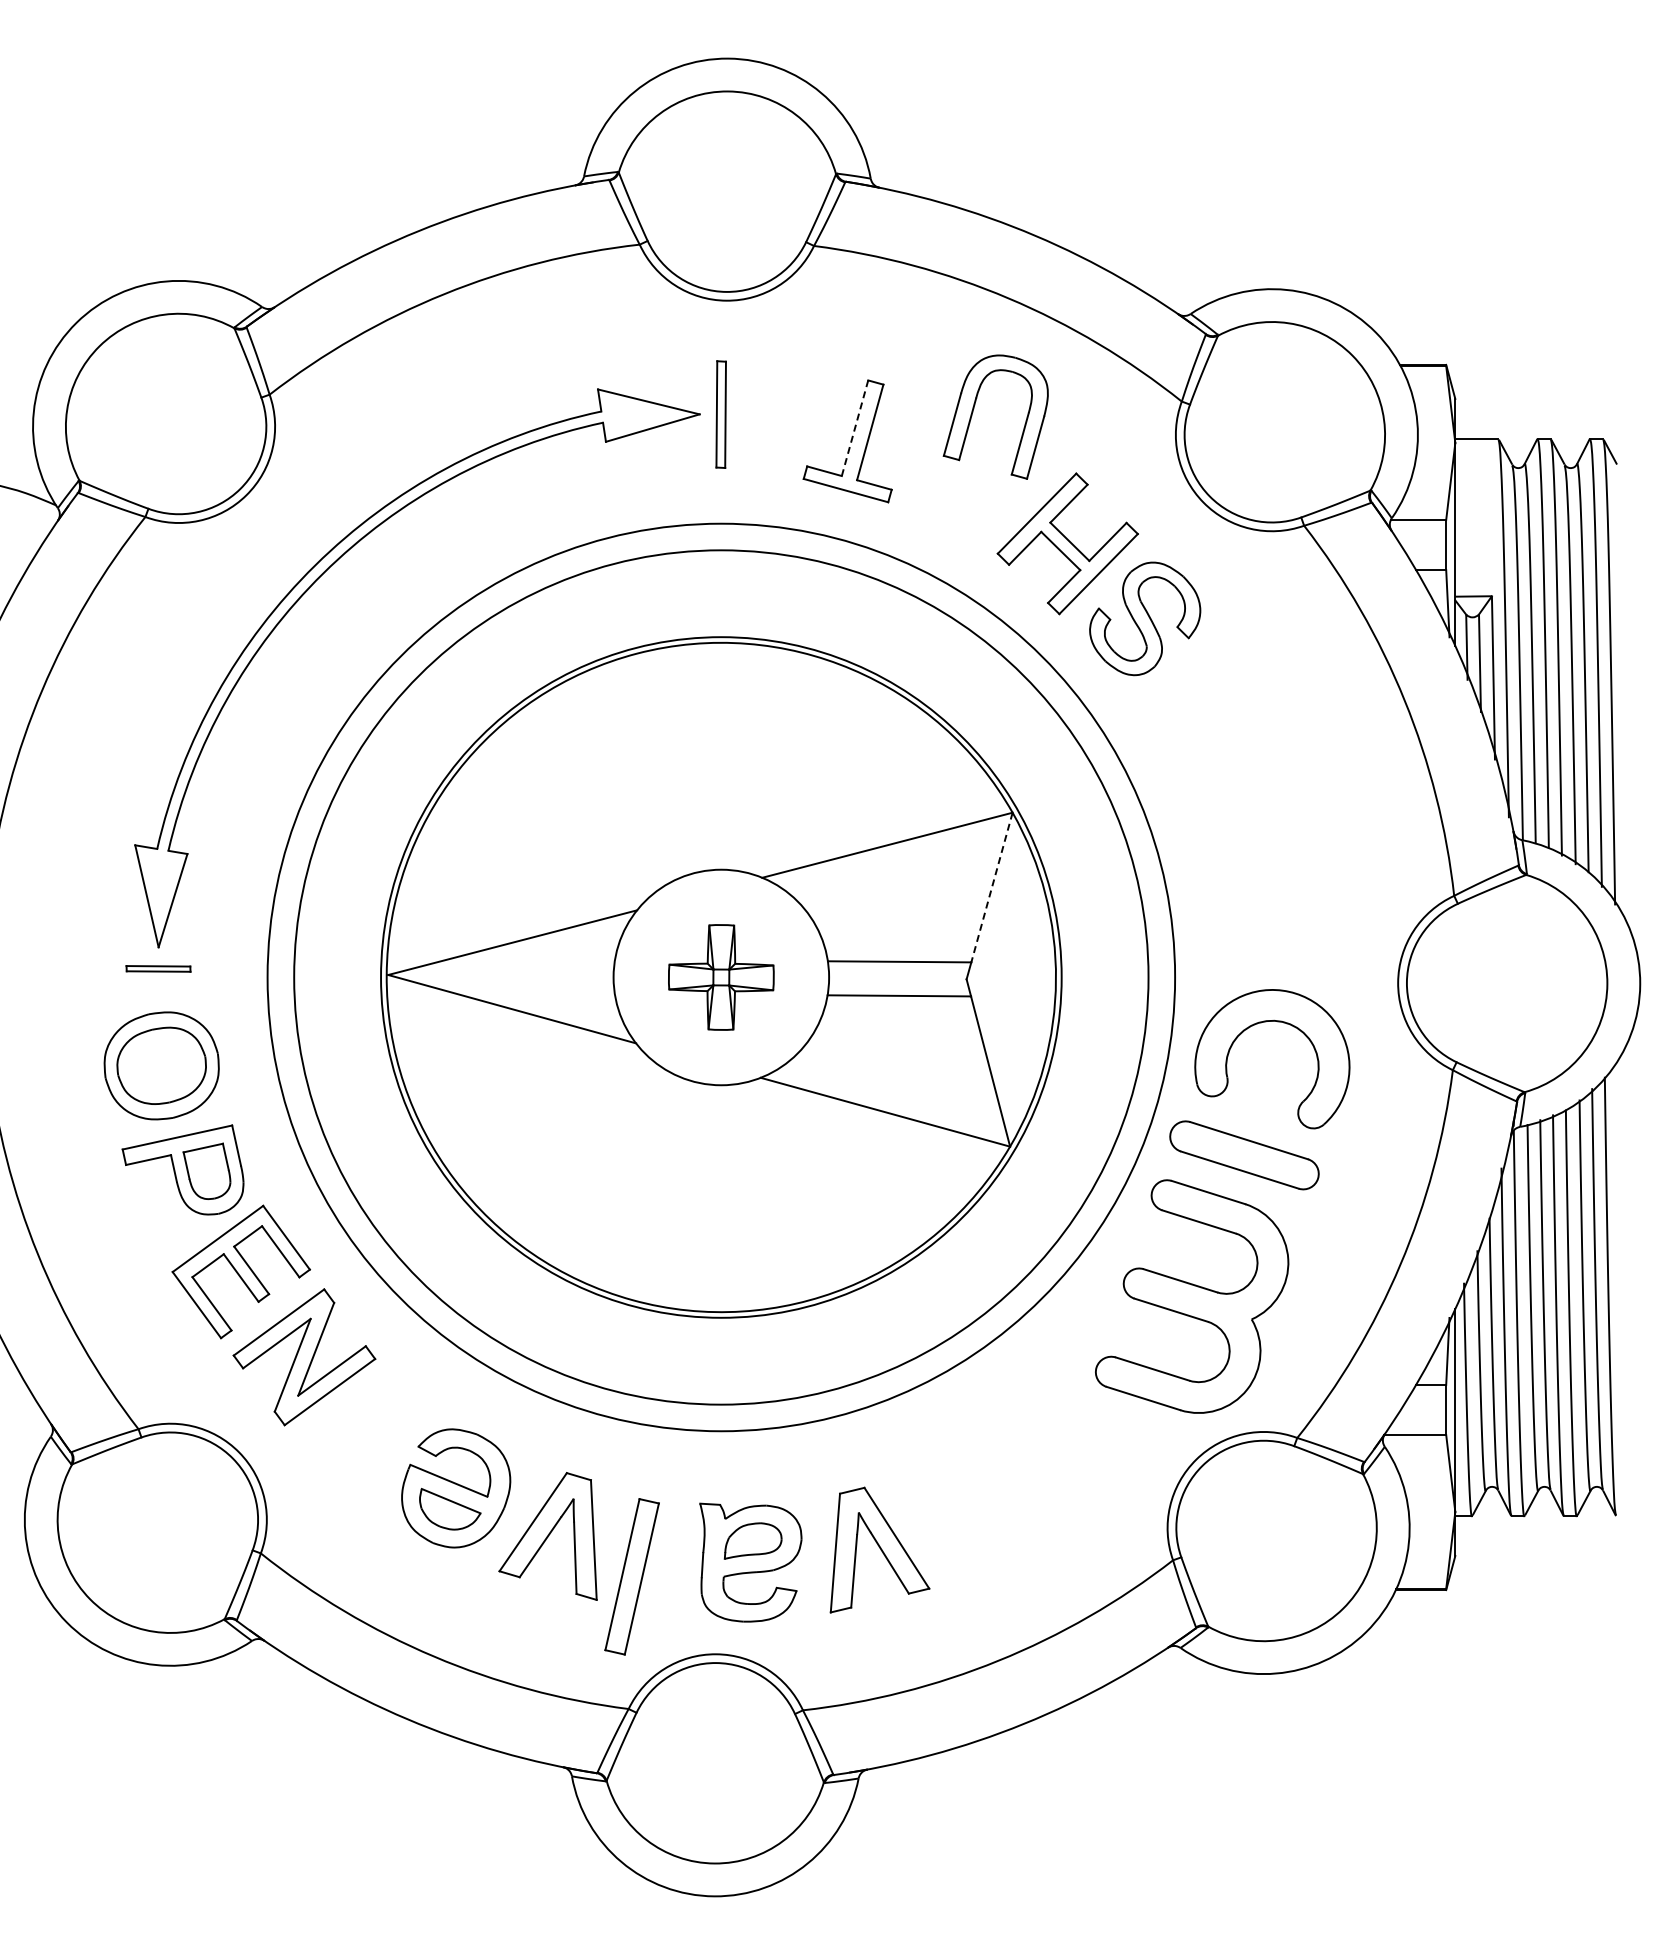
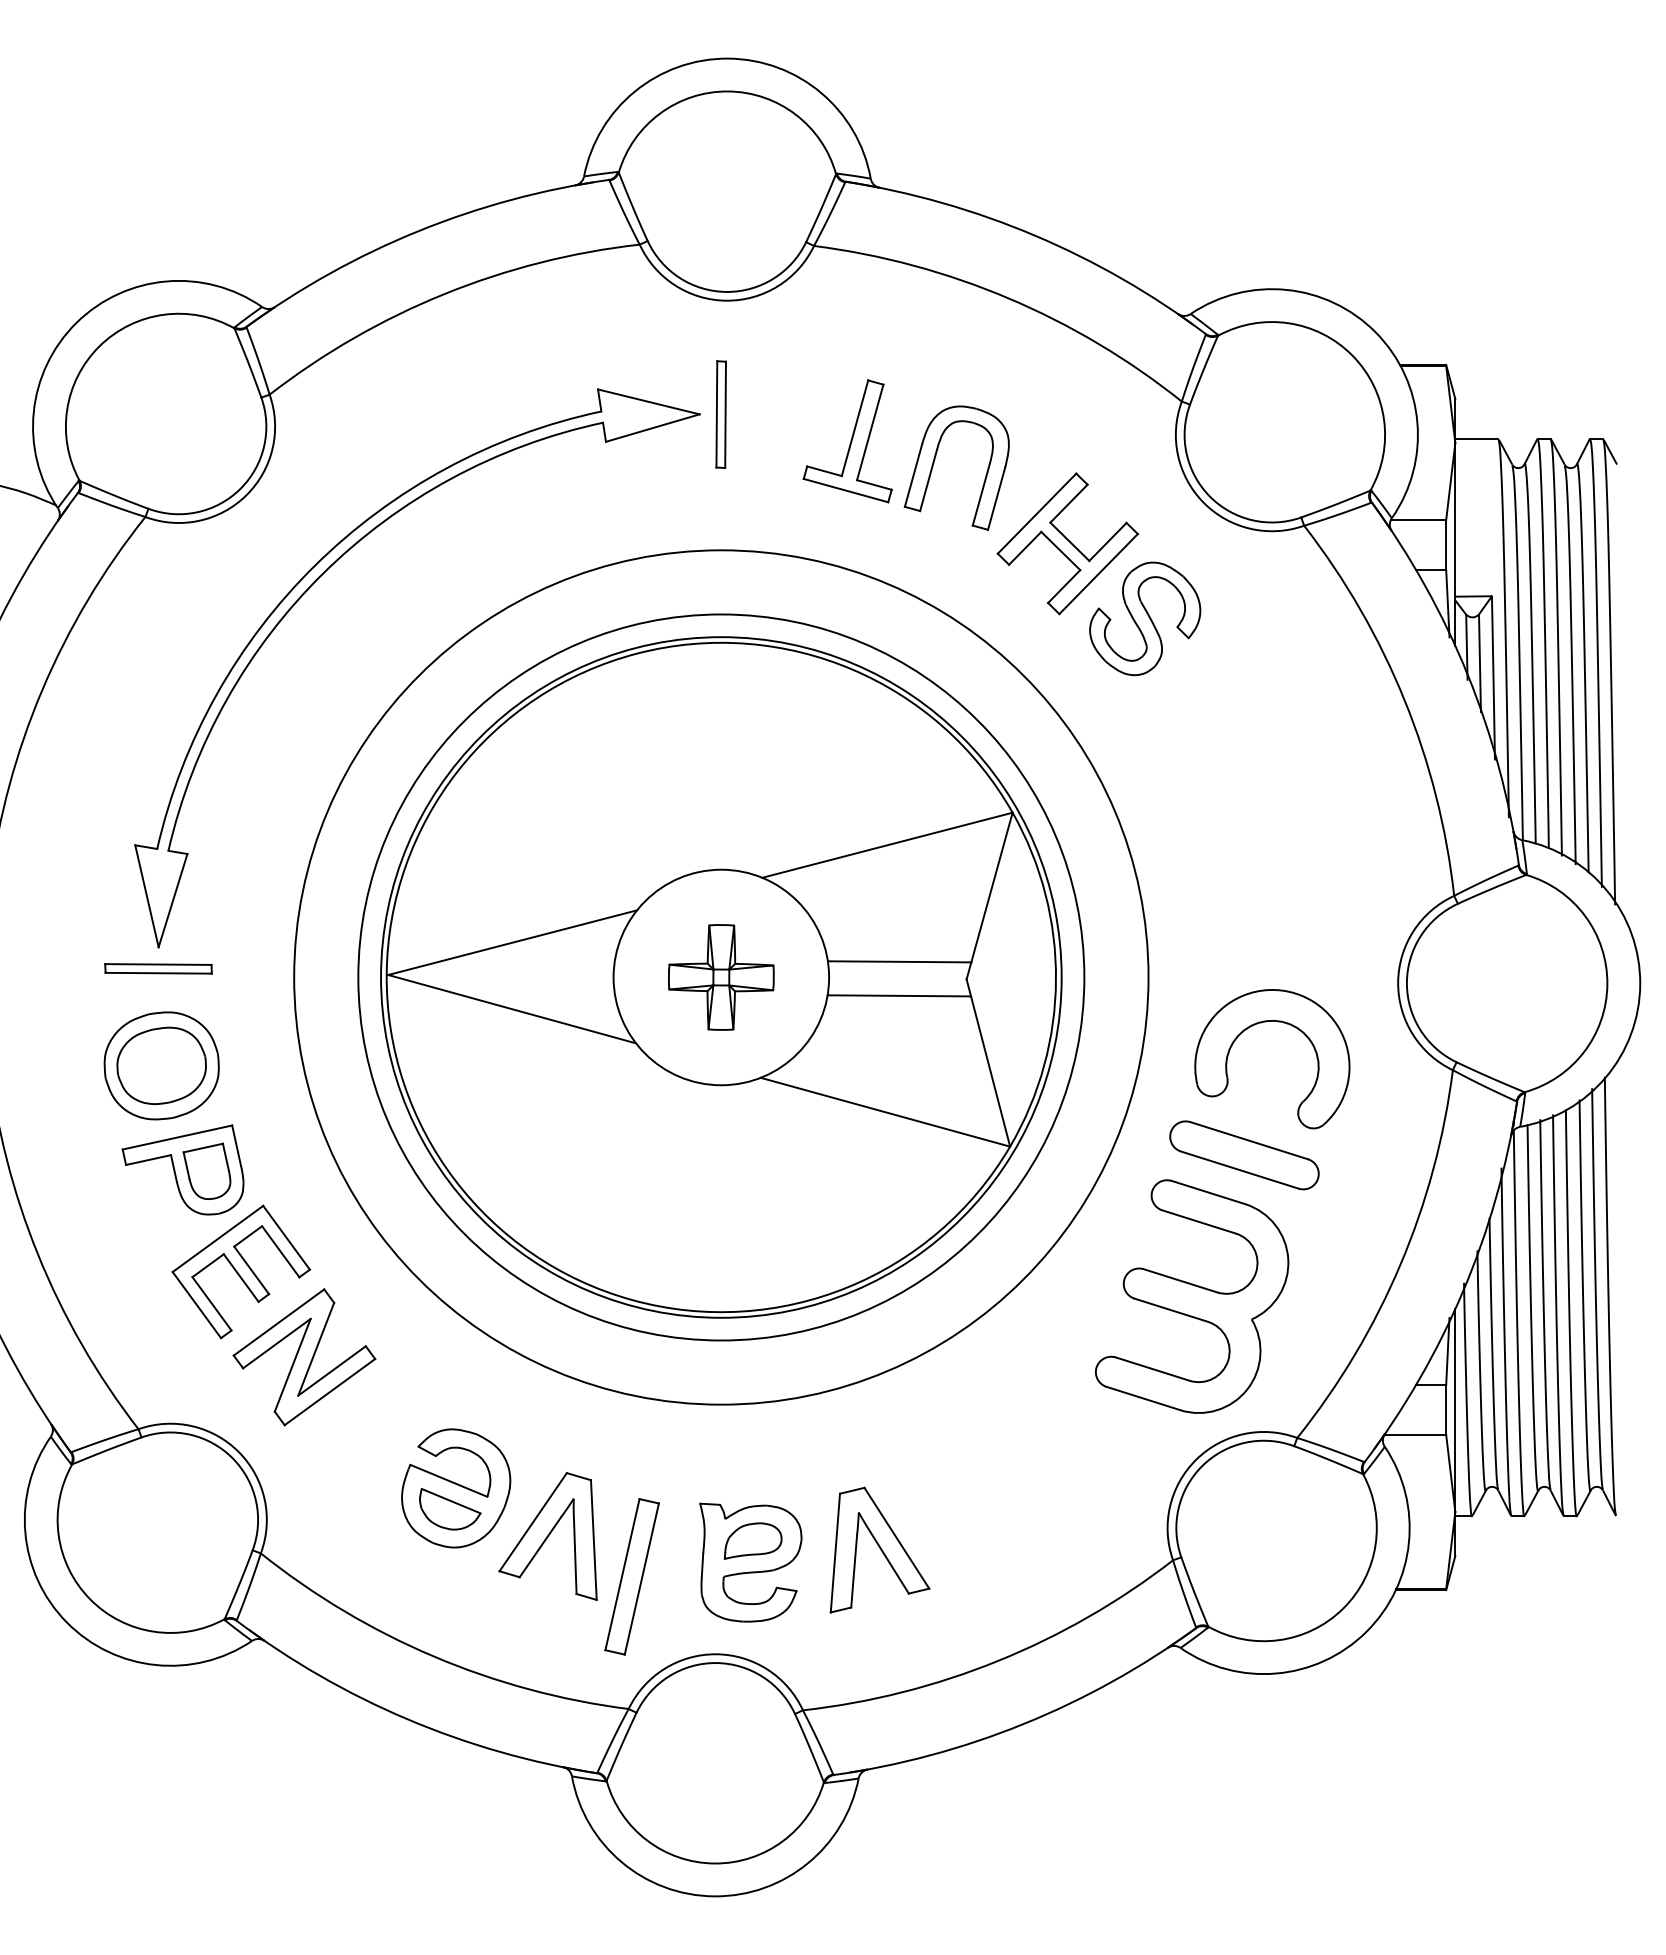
part at (973, 412) position: (973, 412) -> (934, 463)
line at (855, 428): dashed -> solid
line at (991, 887): dashed -> solid
part at (158, 968) size: 67x8 px -> 109x12 px
circle at (721, 977) diameter: 908 px -> 726 px
